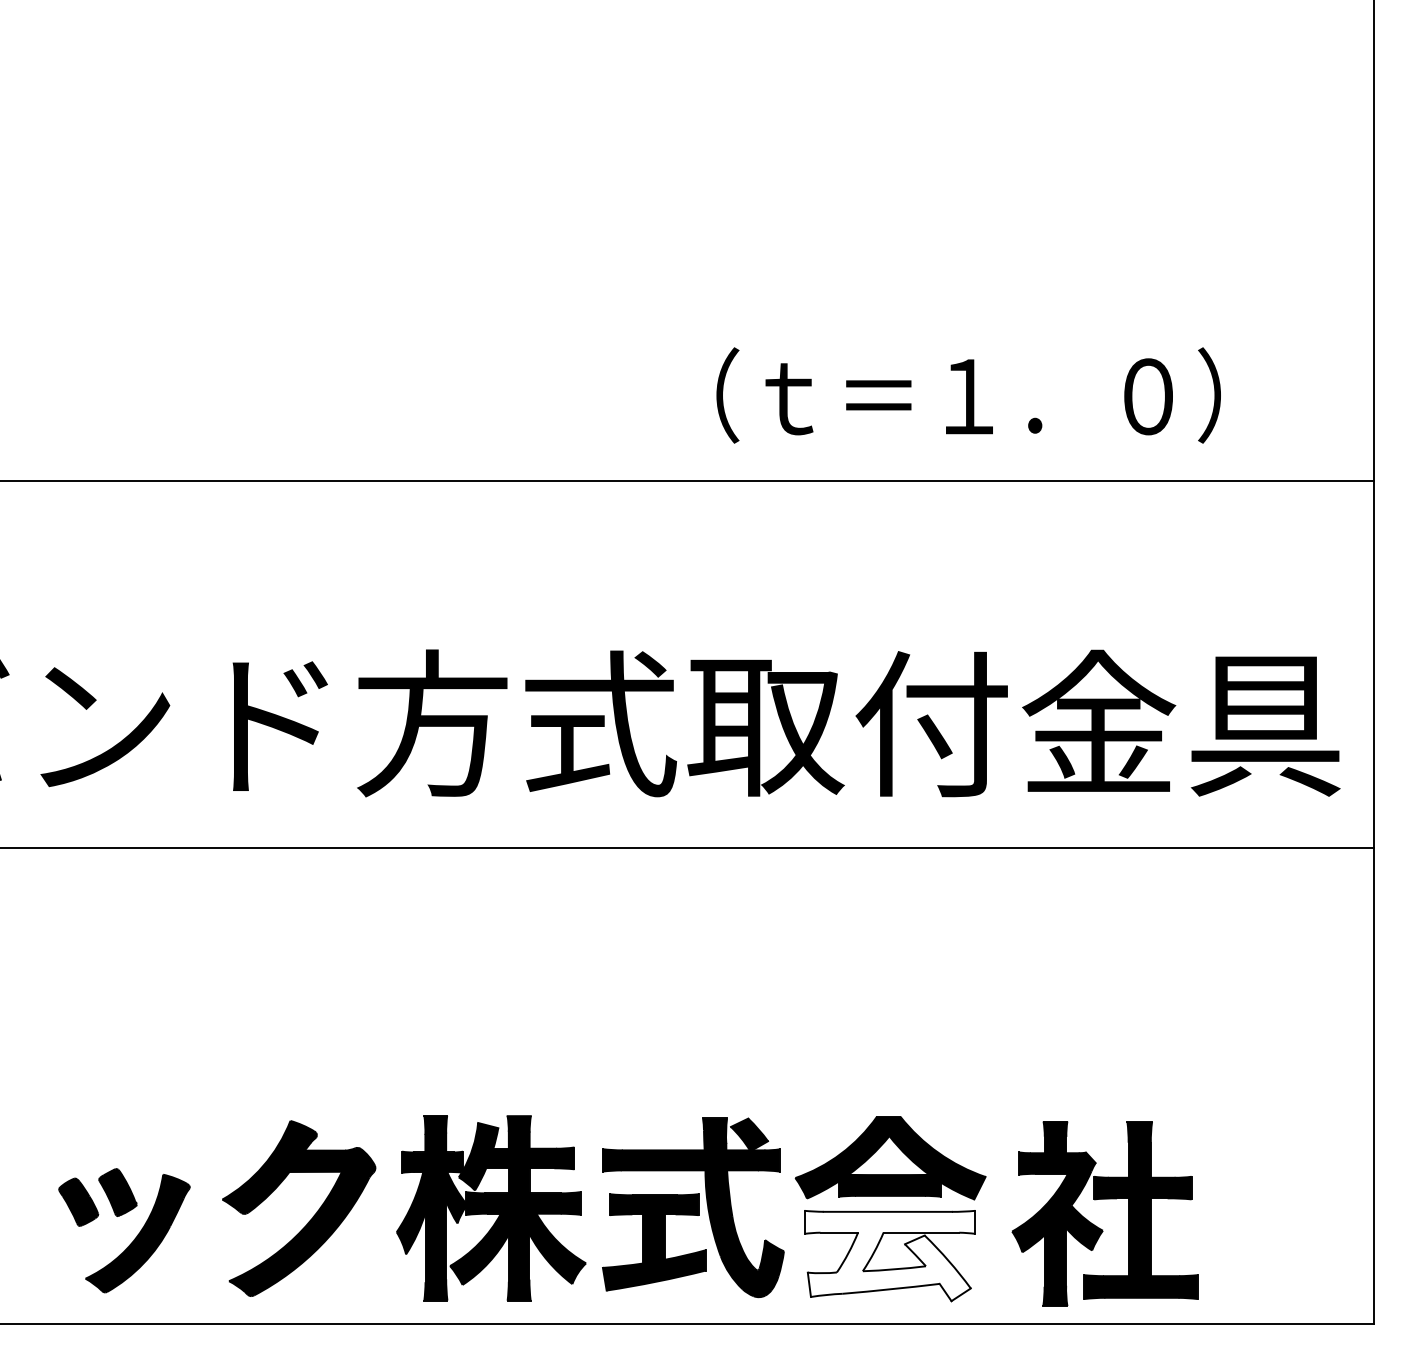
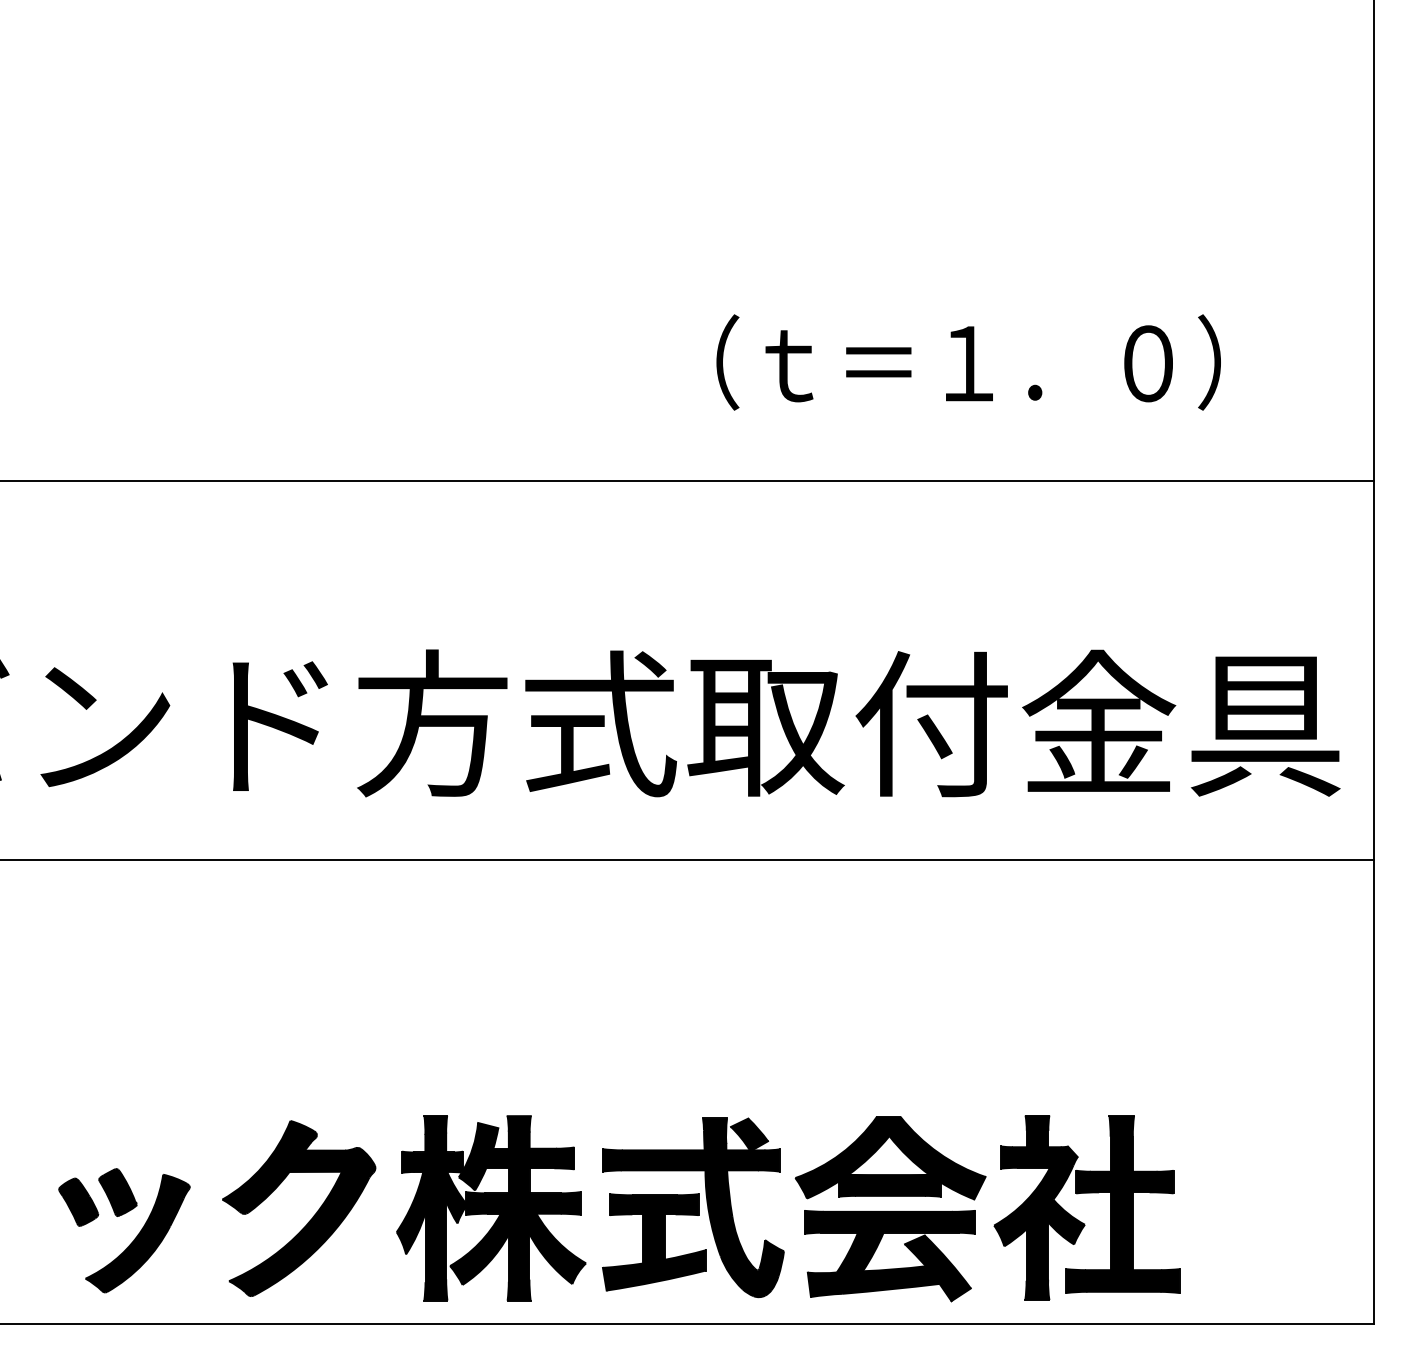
text at (968, 395) position: (968, 395) -> (968, 362)
line at (687, 848) position: (687, 848) -> (687, 860)
part at (1104, 1199) position: (1104, 1199) -> (1086, 1193)
fill at (889, 1255): none -> present
